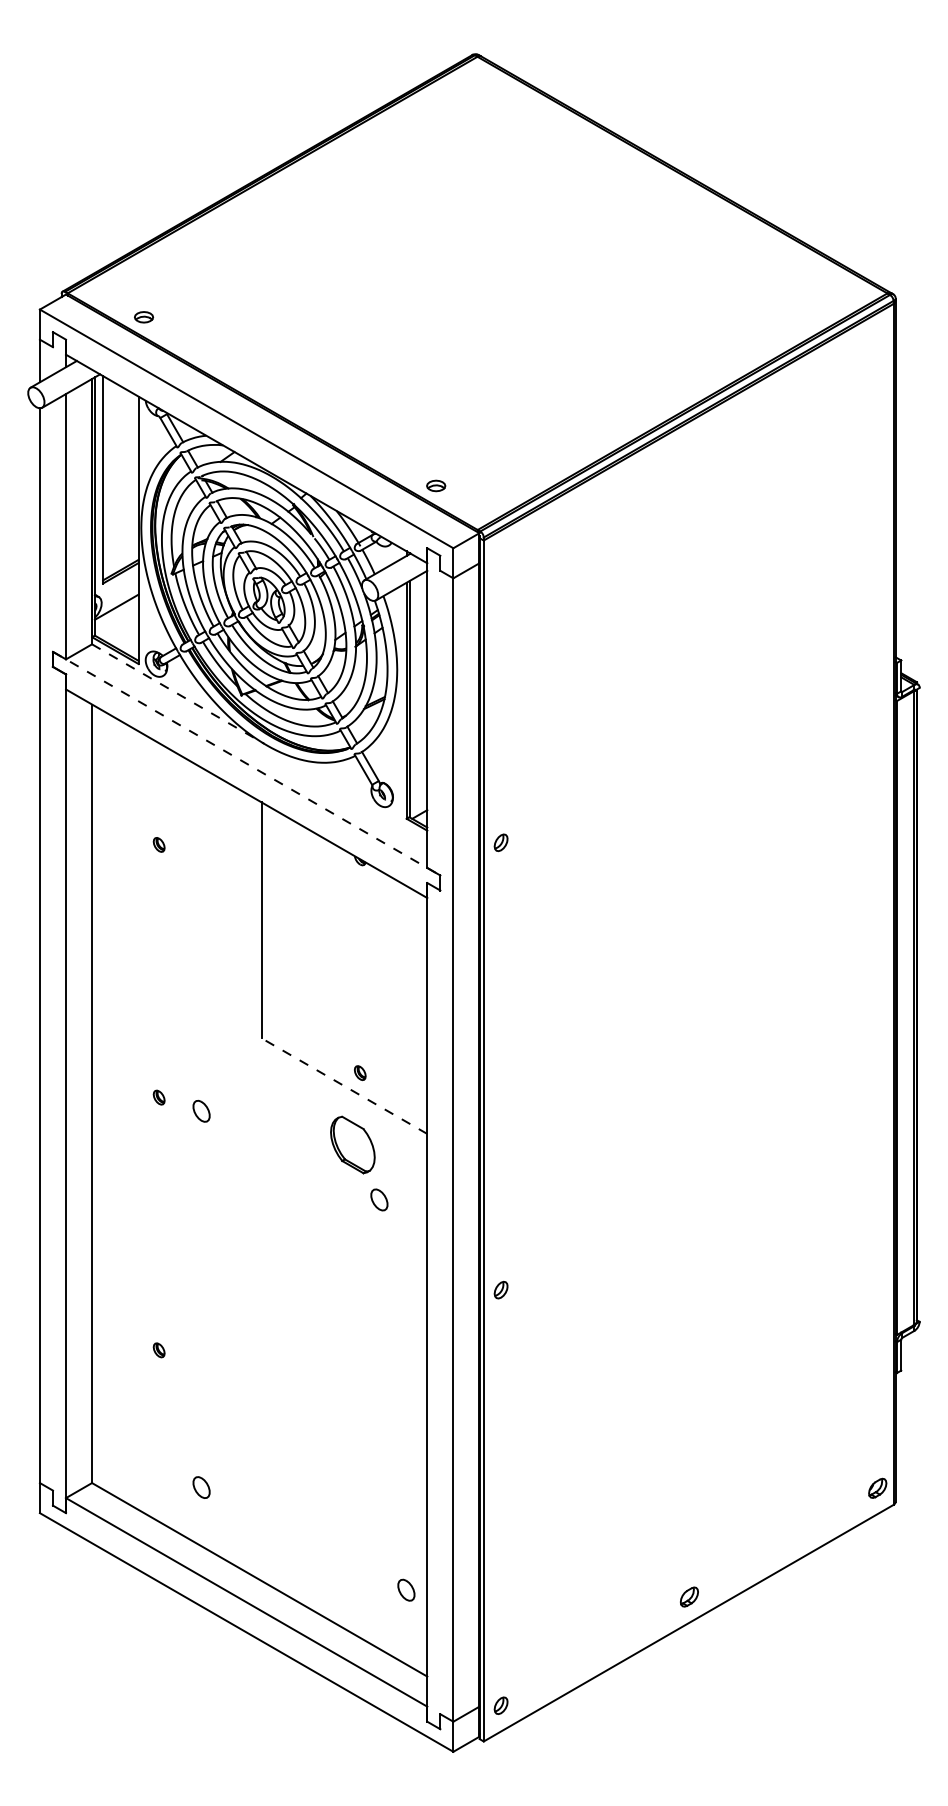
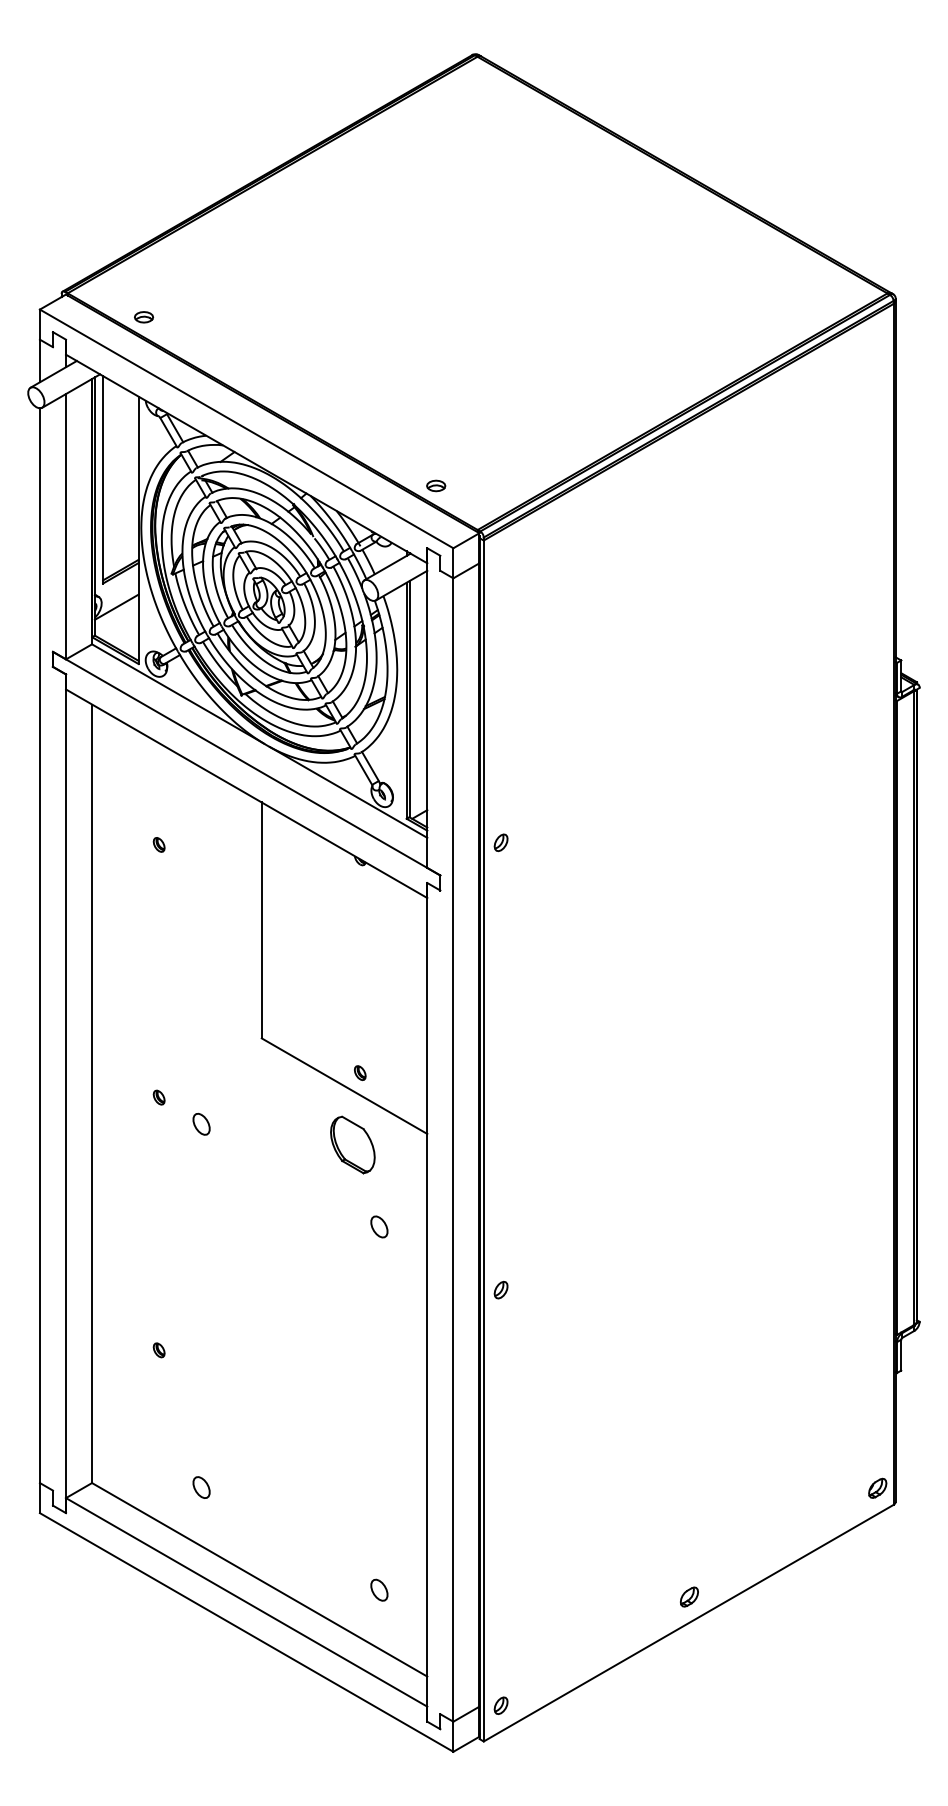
line at (178, 694): dashed -> solid
line at (246, 763): dashed -> solid
line at (348, 792): none -> present
line at (344, 1086): dashed -> solid
part at (201, 1110) position: (201, 1110) -> (201, 1123)
part at (379, 1199) position: (379, 1199) -> (379, 1226)
part at (406, 1589) position: (406, 1589) -> (379, 1589)
